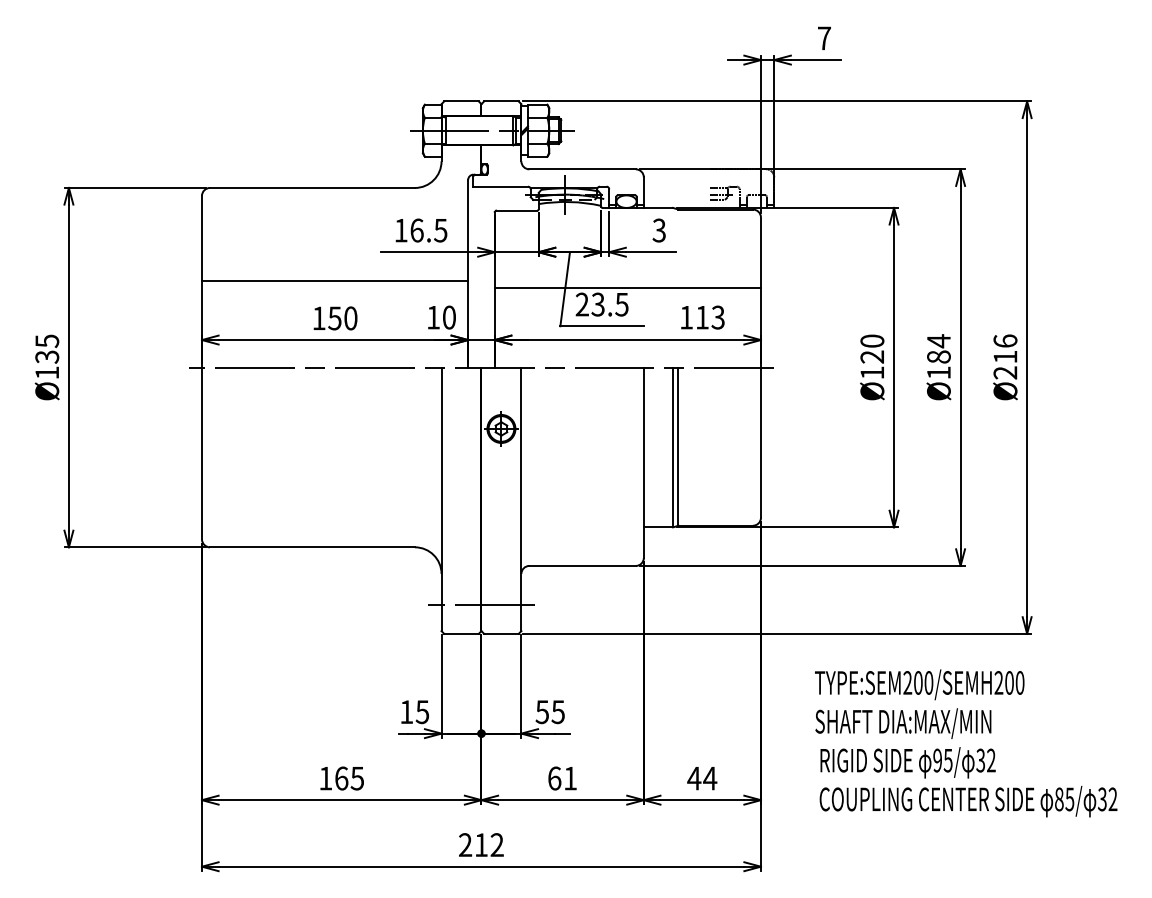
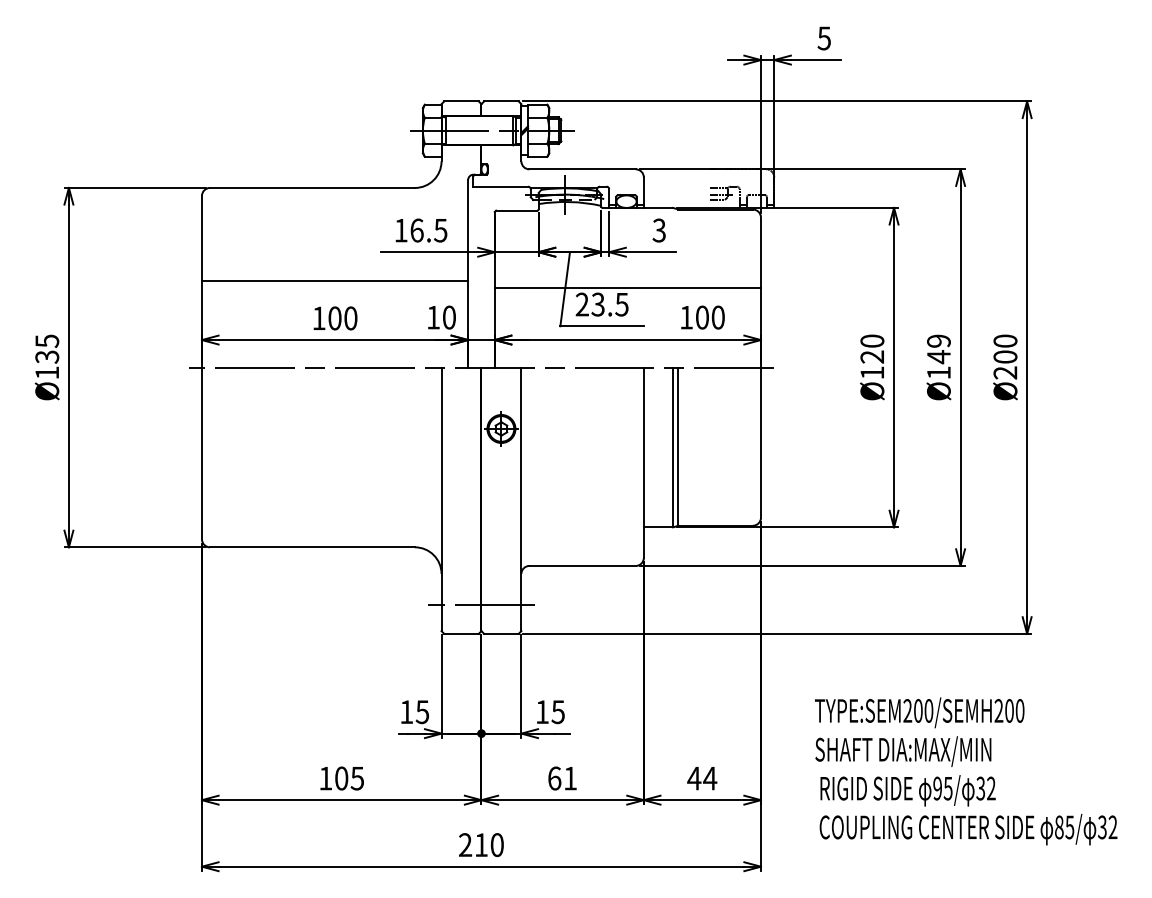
text at (824, 38): 7 -> 5
text at (710, 317): 113 -> 100
text at (334, 318): 150 -> 100
text at (1005, 348): Ø216 -> Ø200
text at (938, 349): Ø184 -> Ø149
text at (541, 712): 55 -> 15
text at (966, 743) position: (966, 743) -> (966, 771)
text at (341, 778): 165 -> 105
text at (496, 845): 212 -> 210
